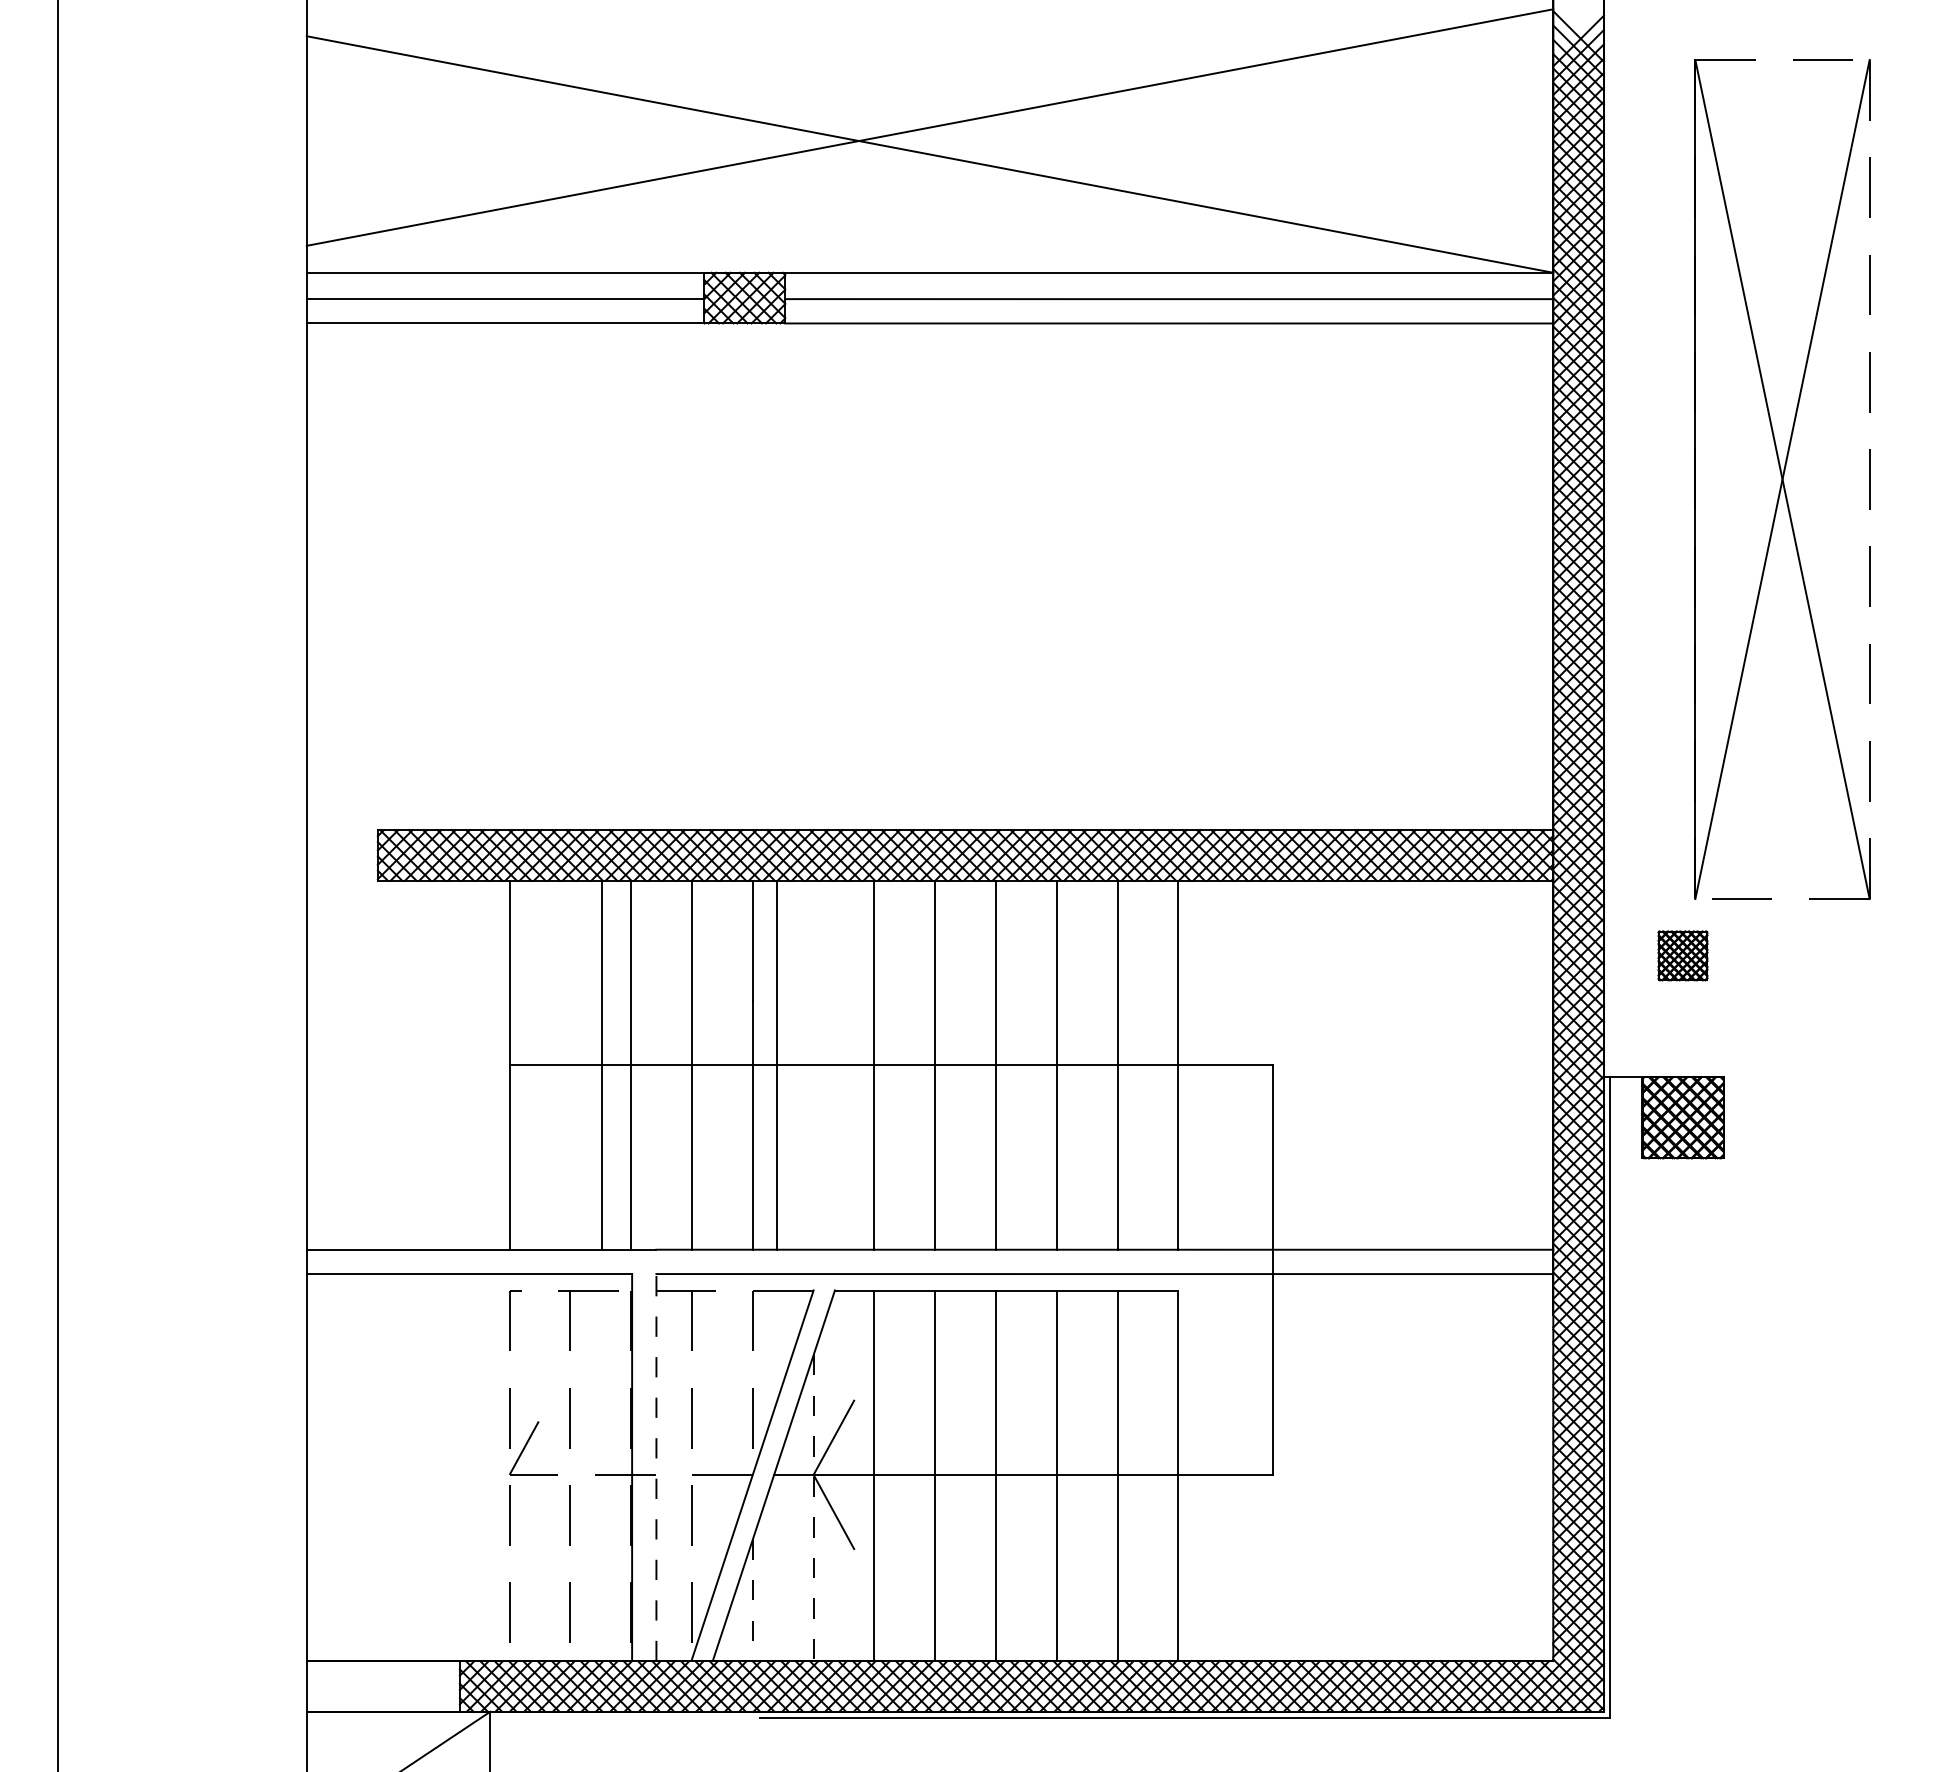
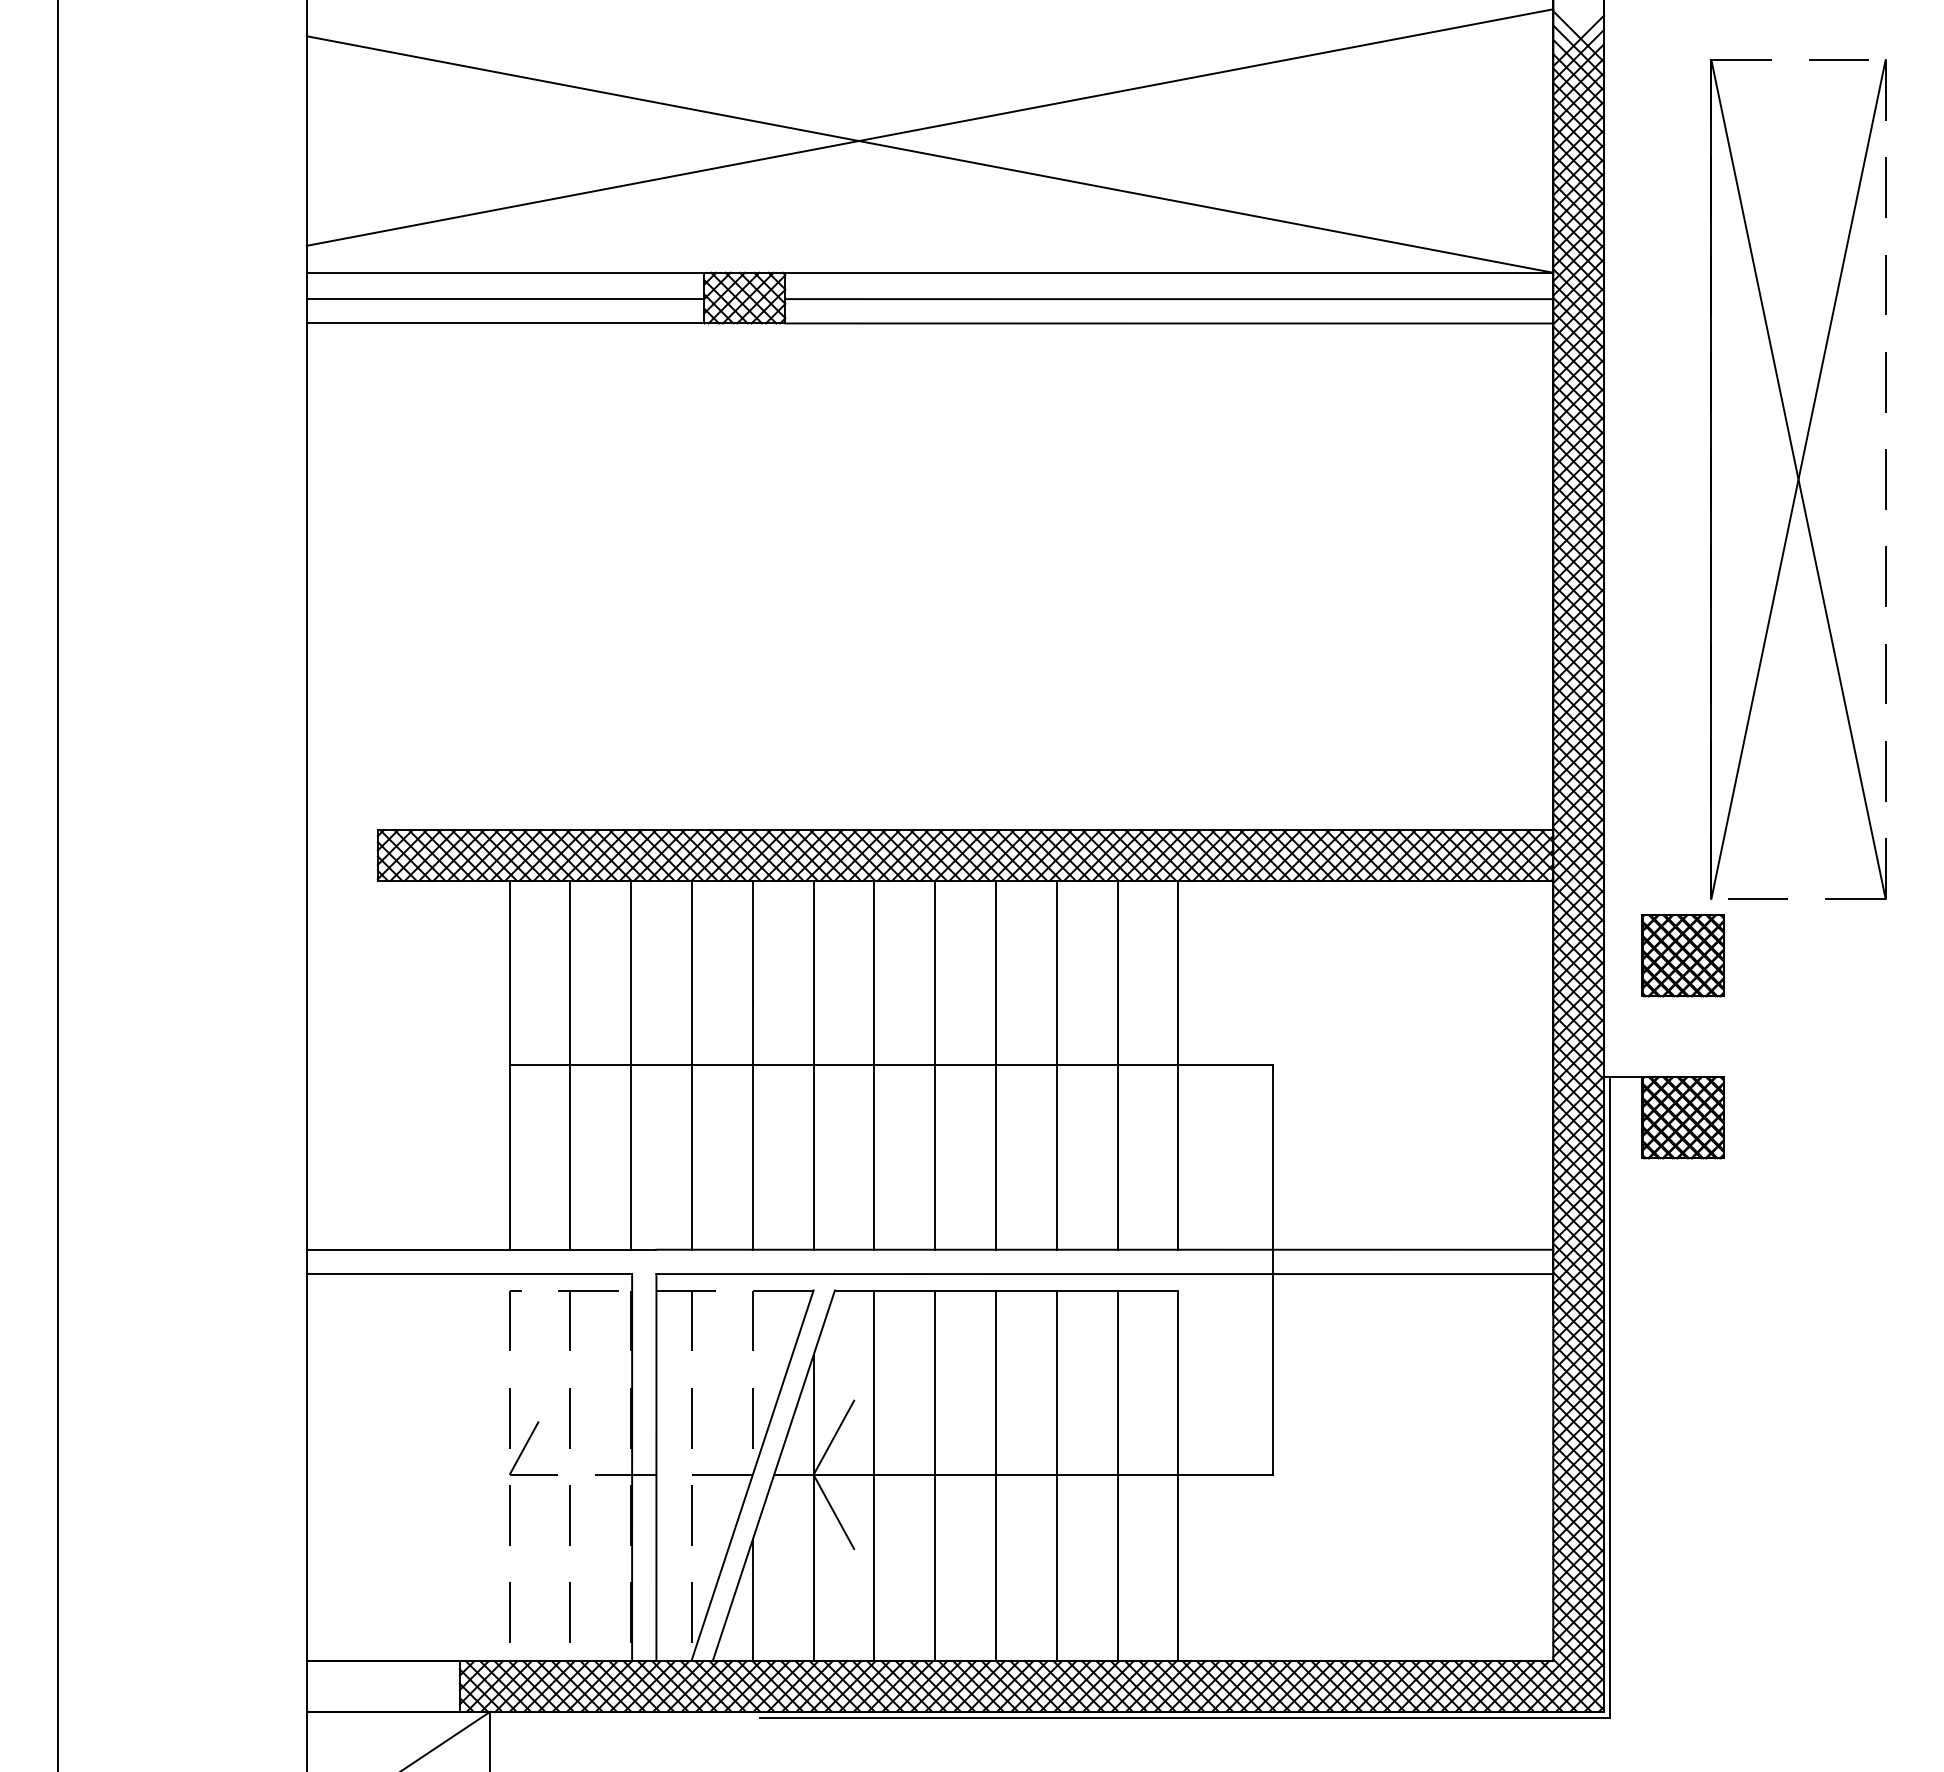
part at (1782, 479) position: (1782, 479) -> (1798, 479)
part at (1682, 955) size: 52x52 px -> 84x84 px
line at (602, 1064) position: (602, 1064) -> (570, 1064)
line at (776, 1064) position: (776, 1064) -> (813, 1064)
line at (656, 1467): dashed -> solid
line at (813, 1508): dashed -> solid
line at (752, 1600): dashed -> solid
